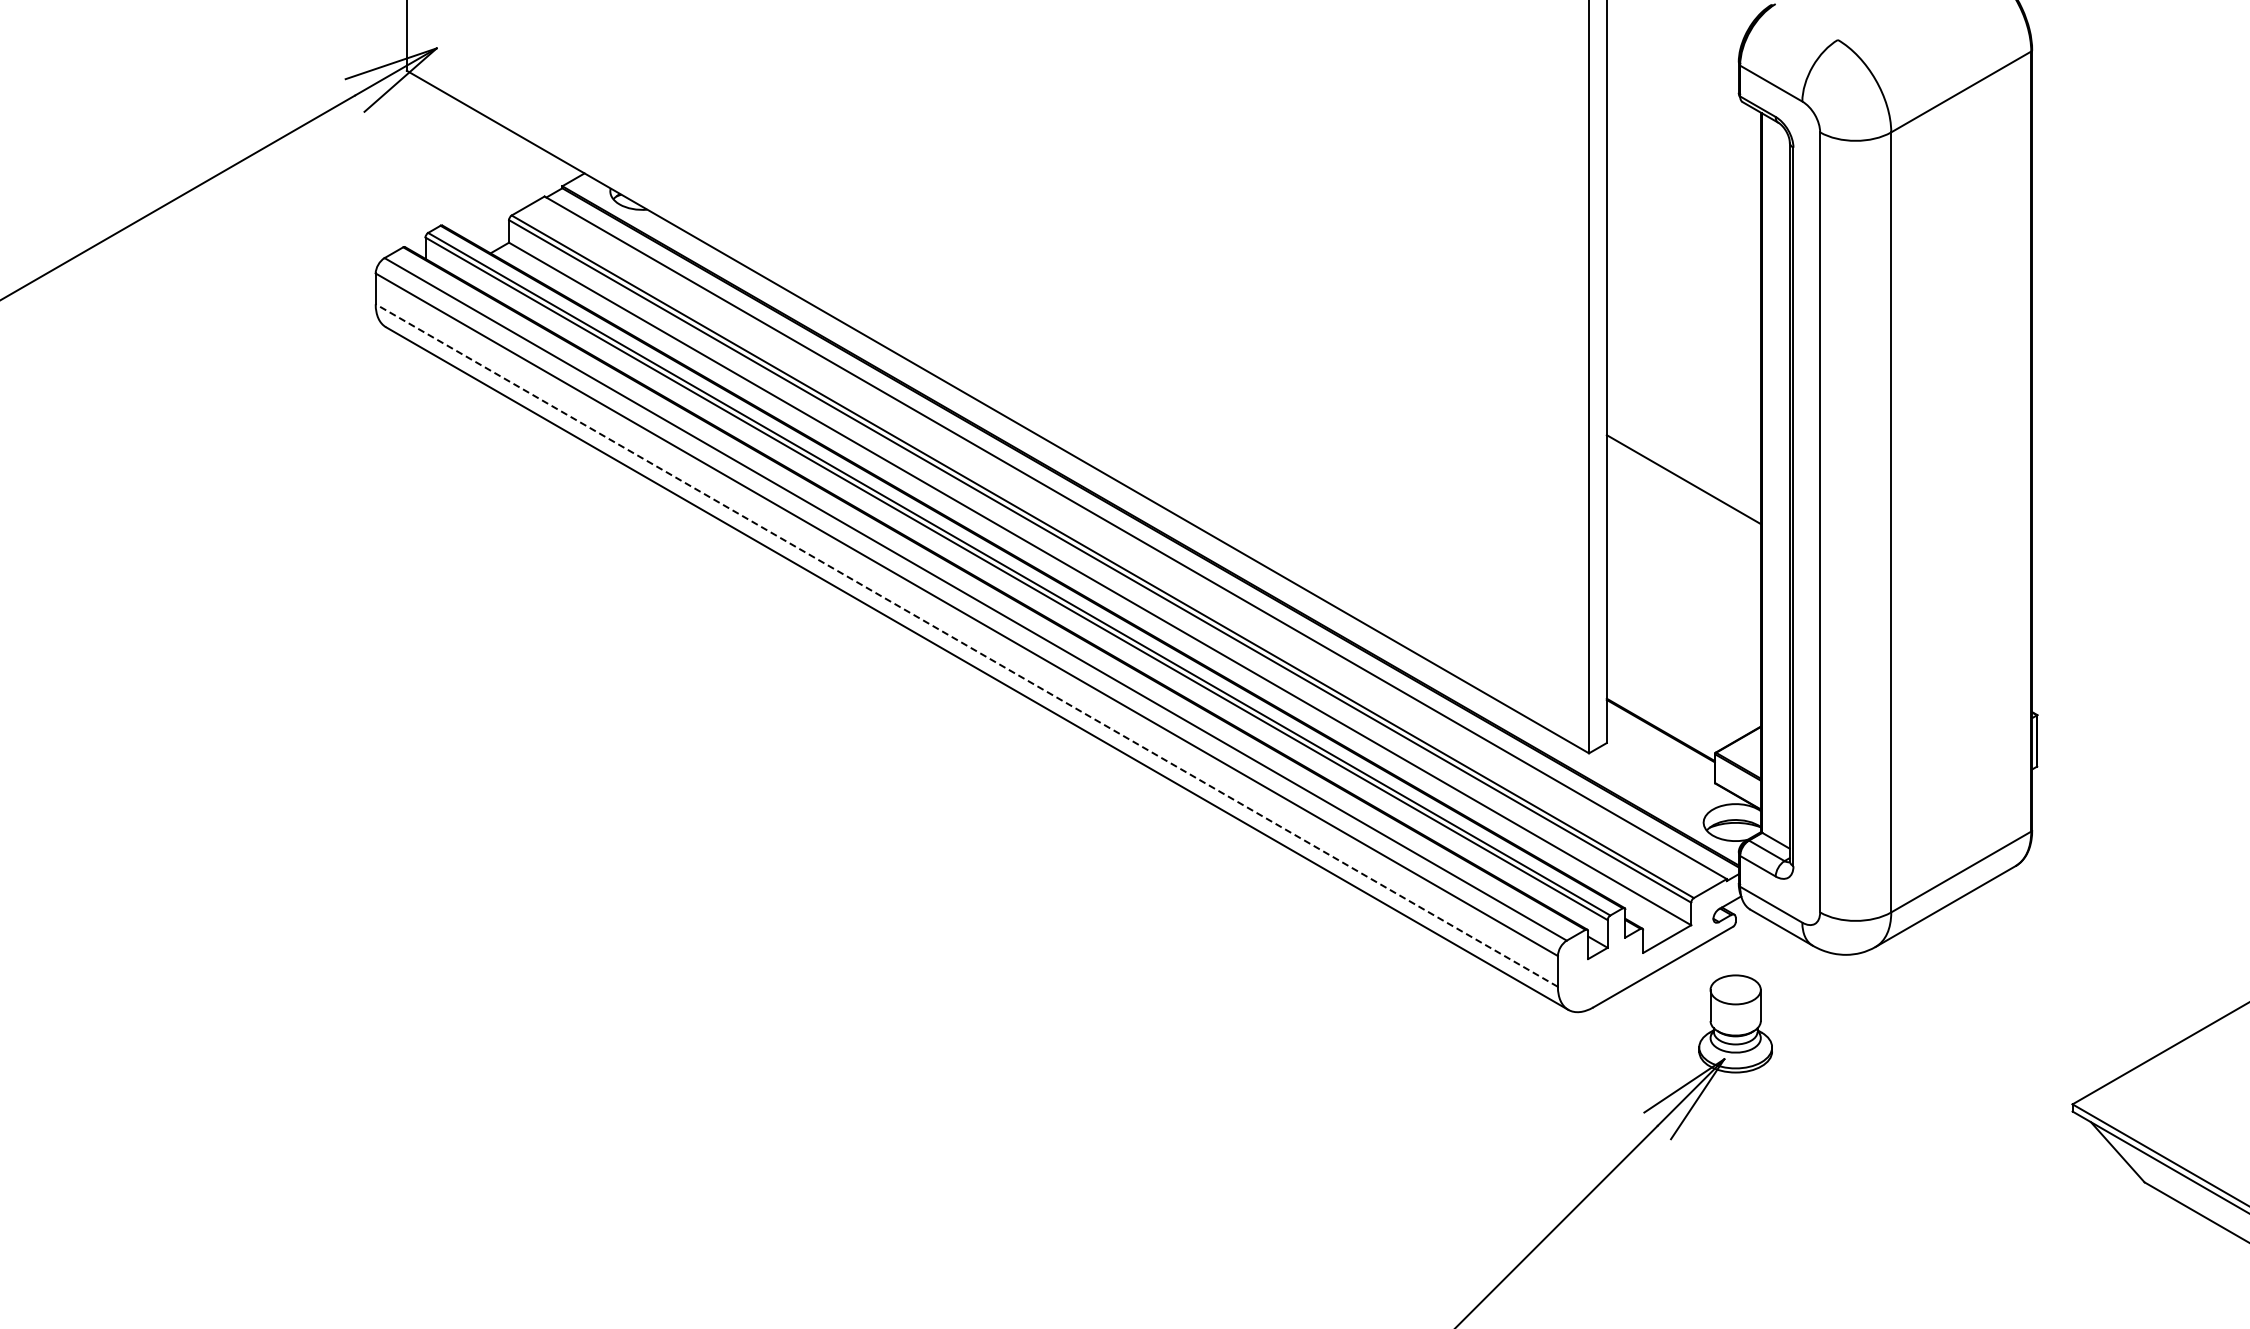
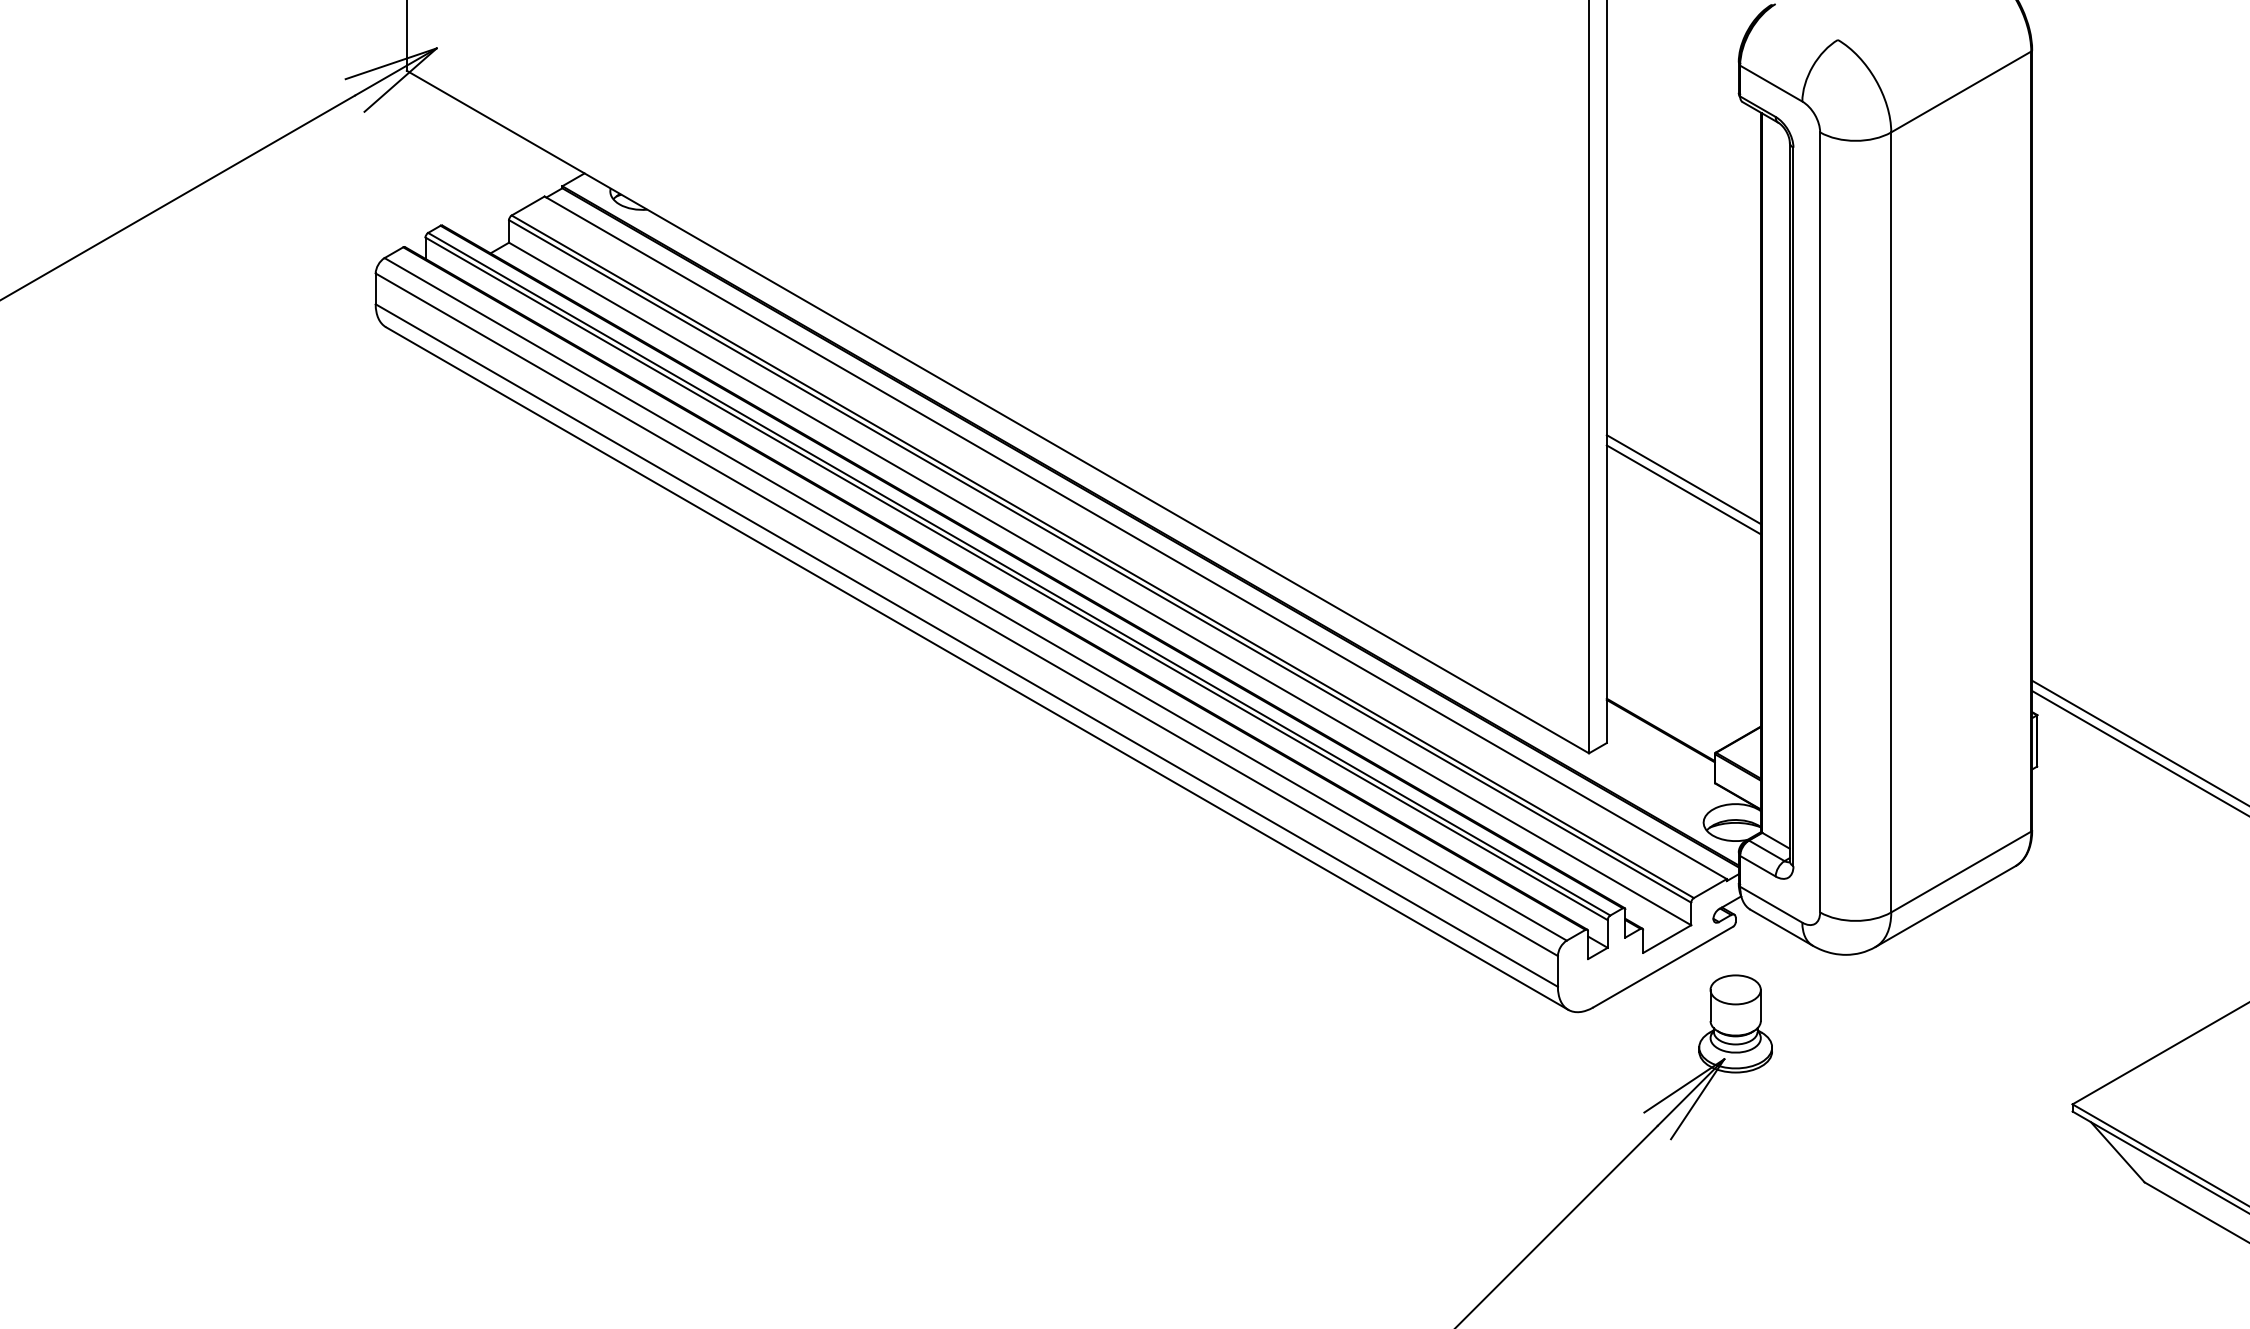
line at (1683, 489): none -> present
line at (966, 645): dashed -> solid
line at (2139, 742): none -> present
line at (2139, 752): none -> present
